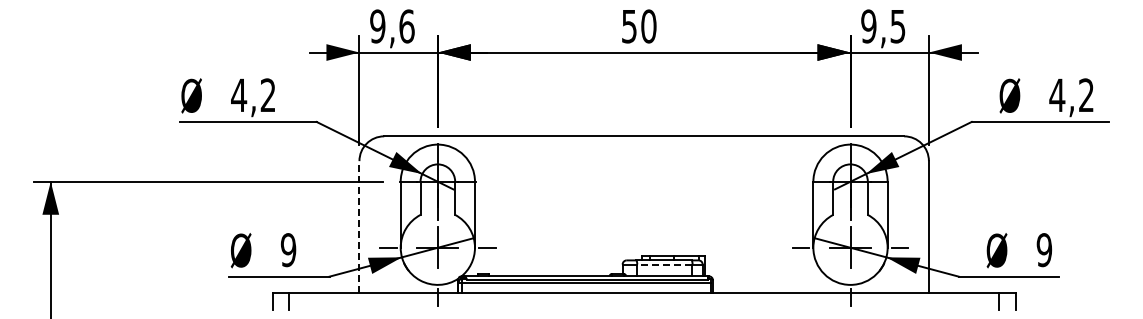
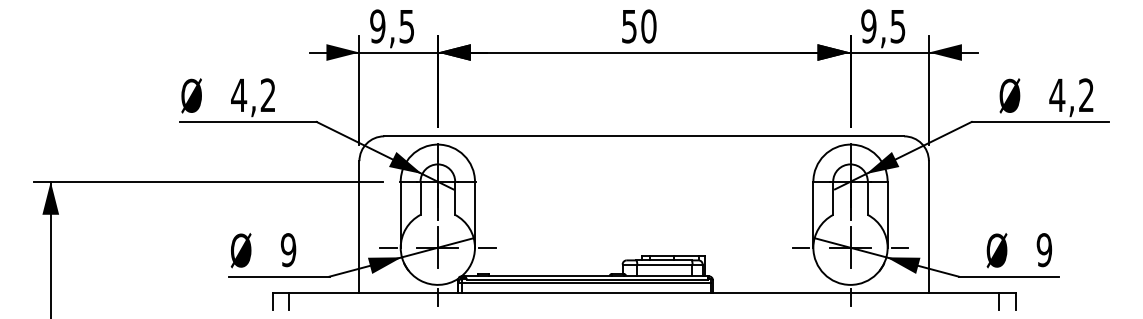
text at (406, 26): 9,6 -> 9,5
line at (359, 226): dashed -> solid
line at (664, 264): dashed -> solid
